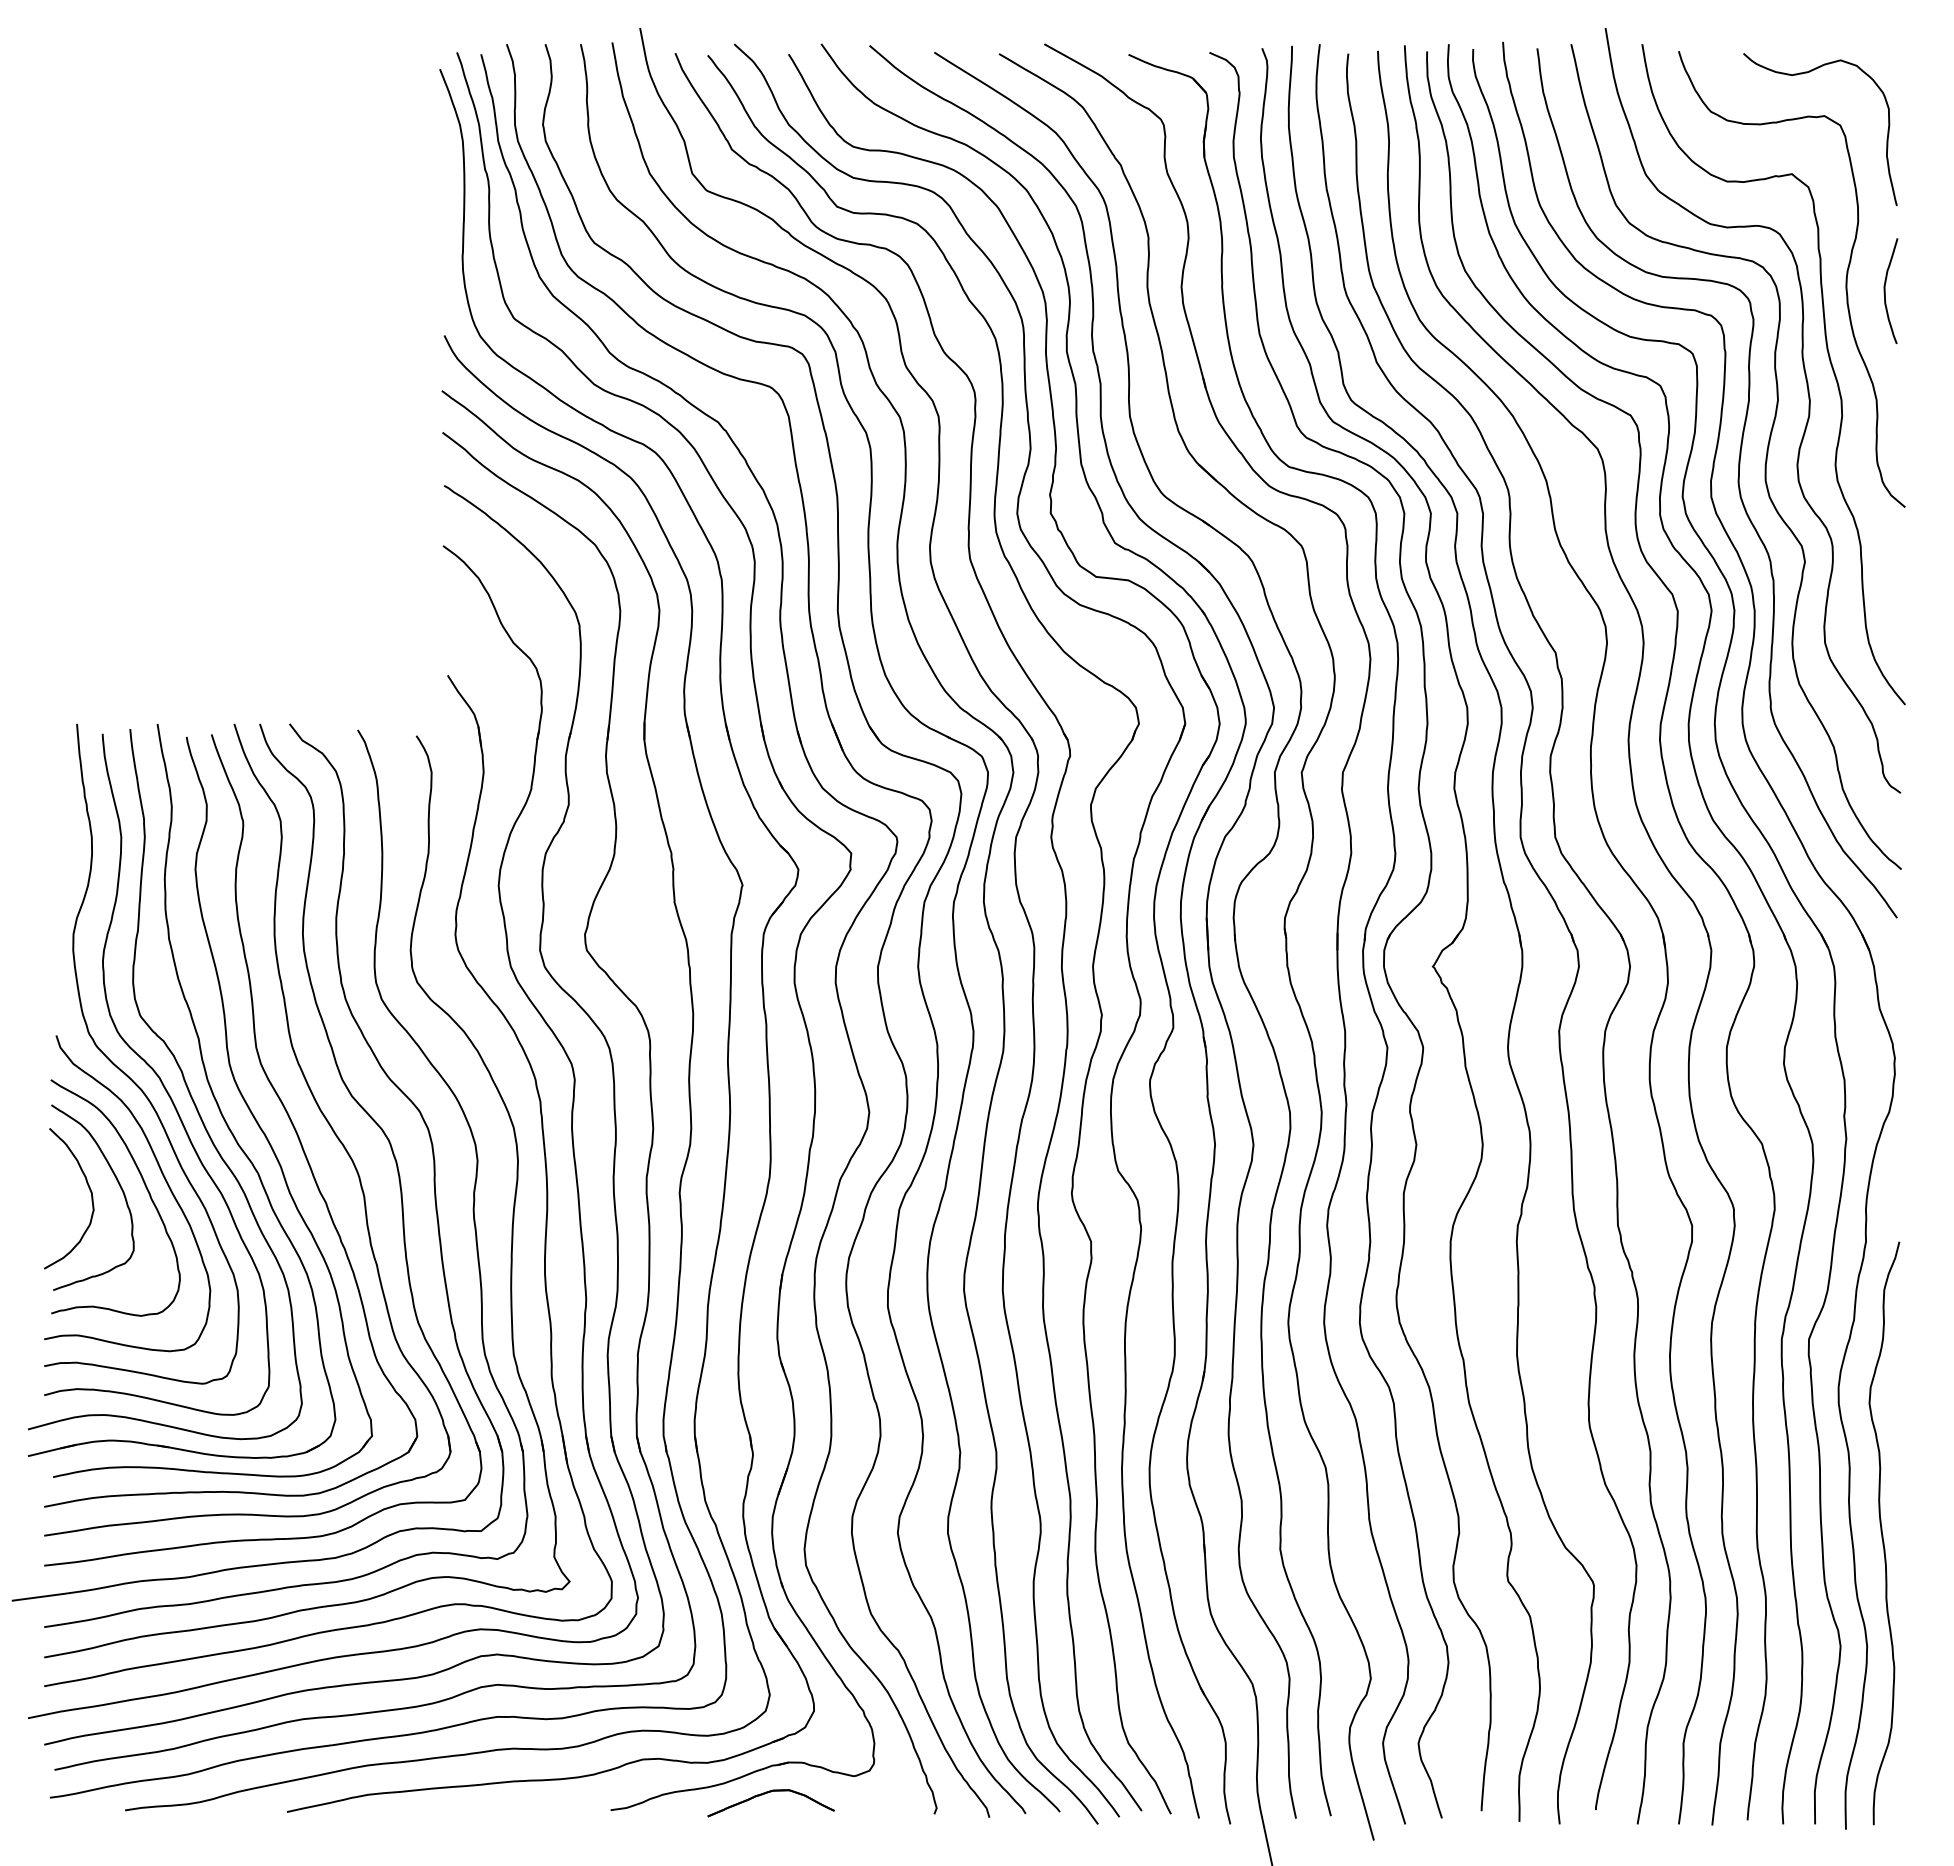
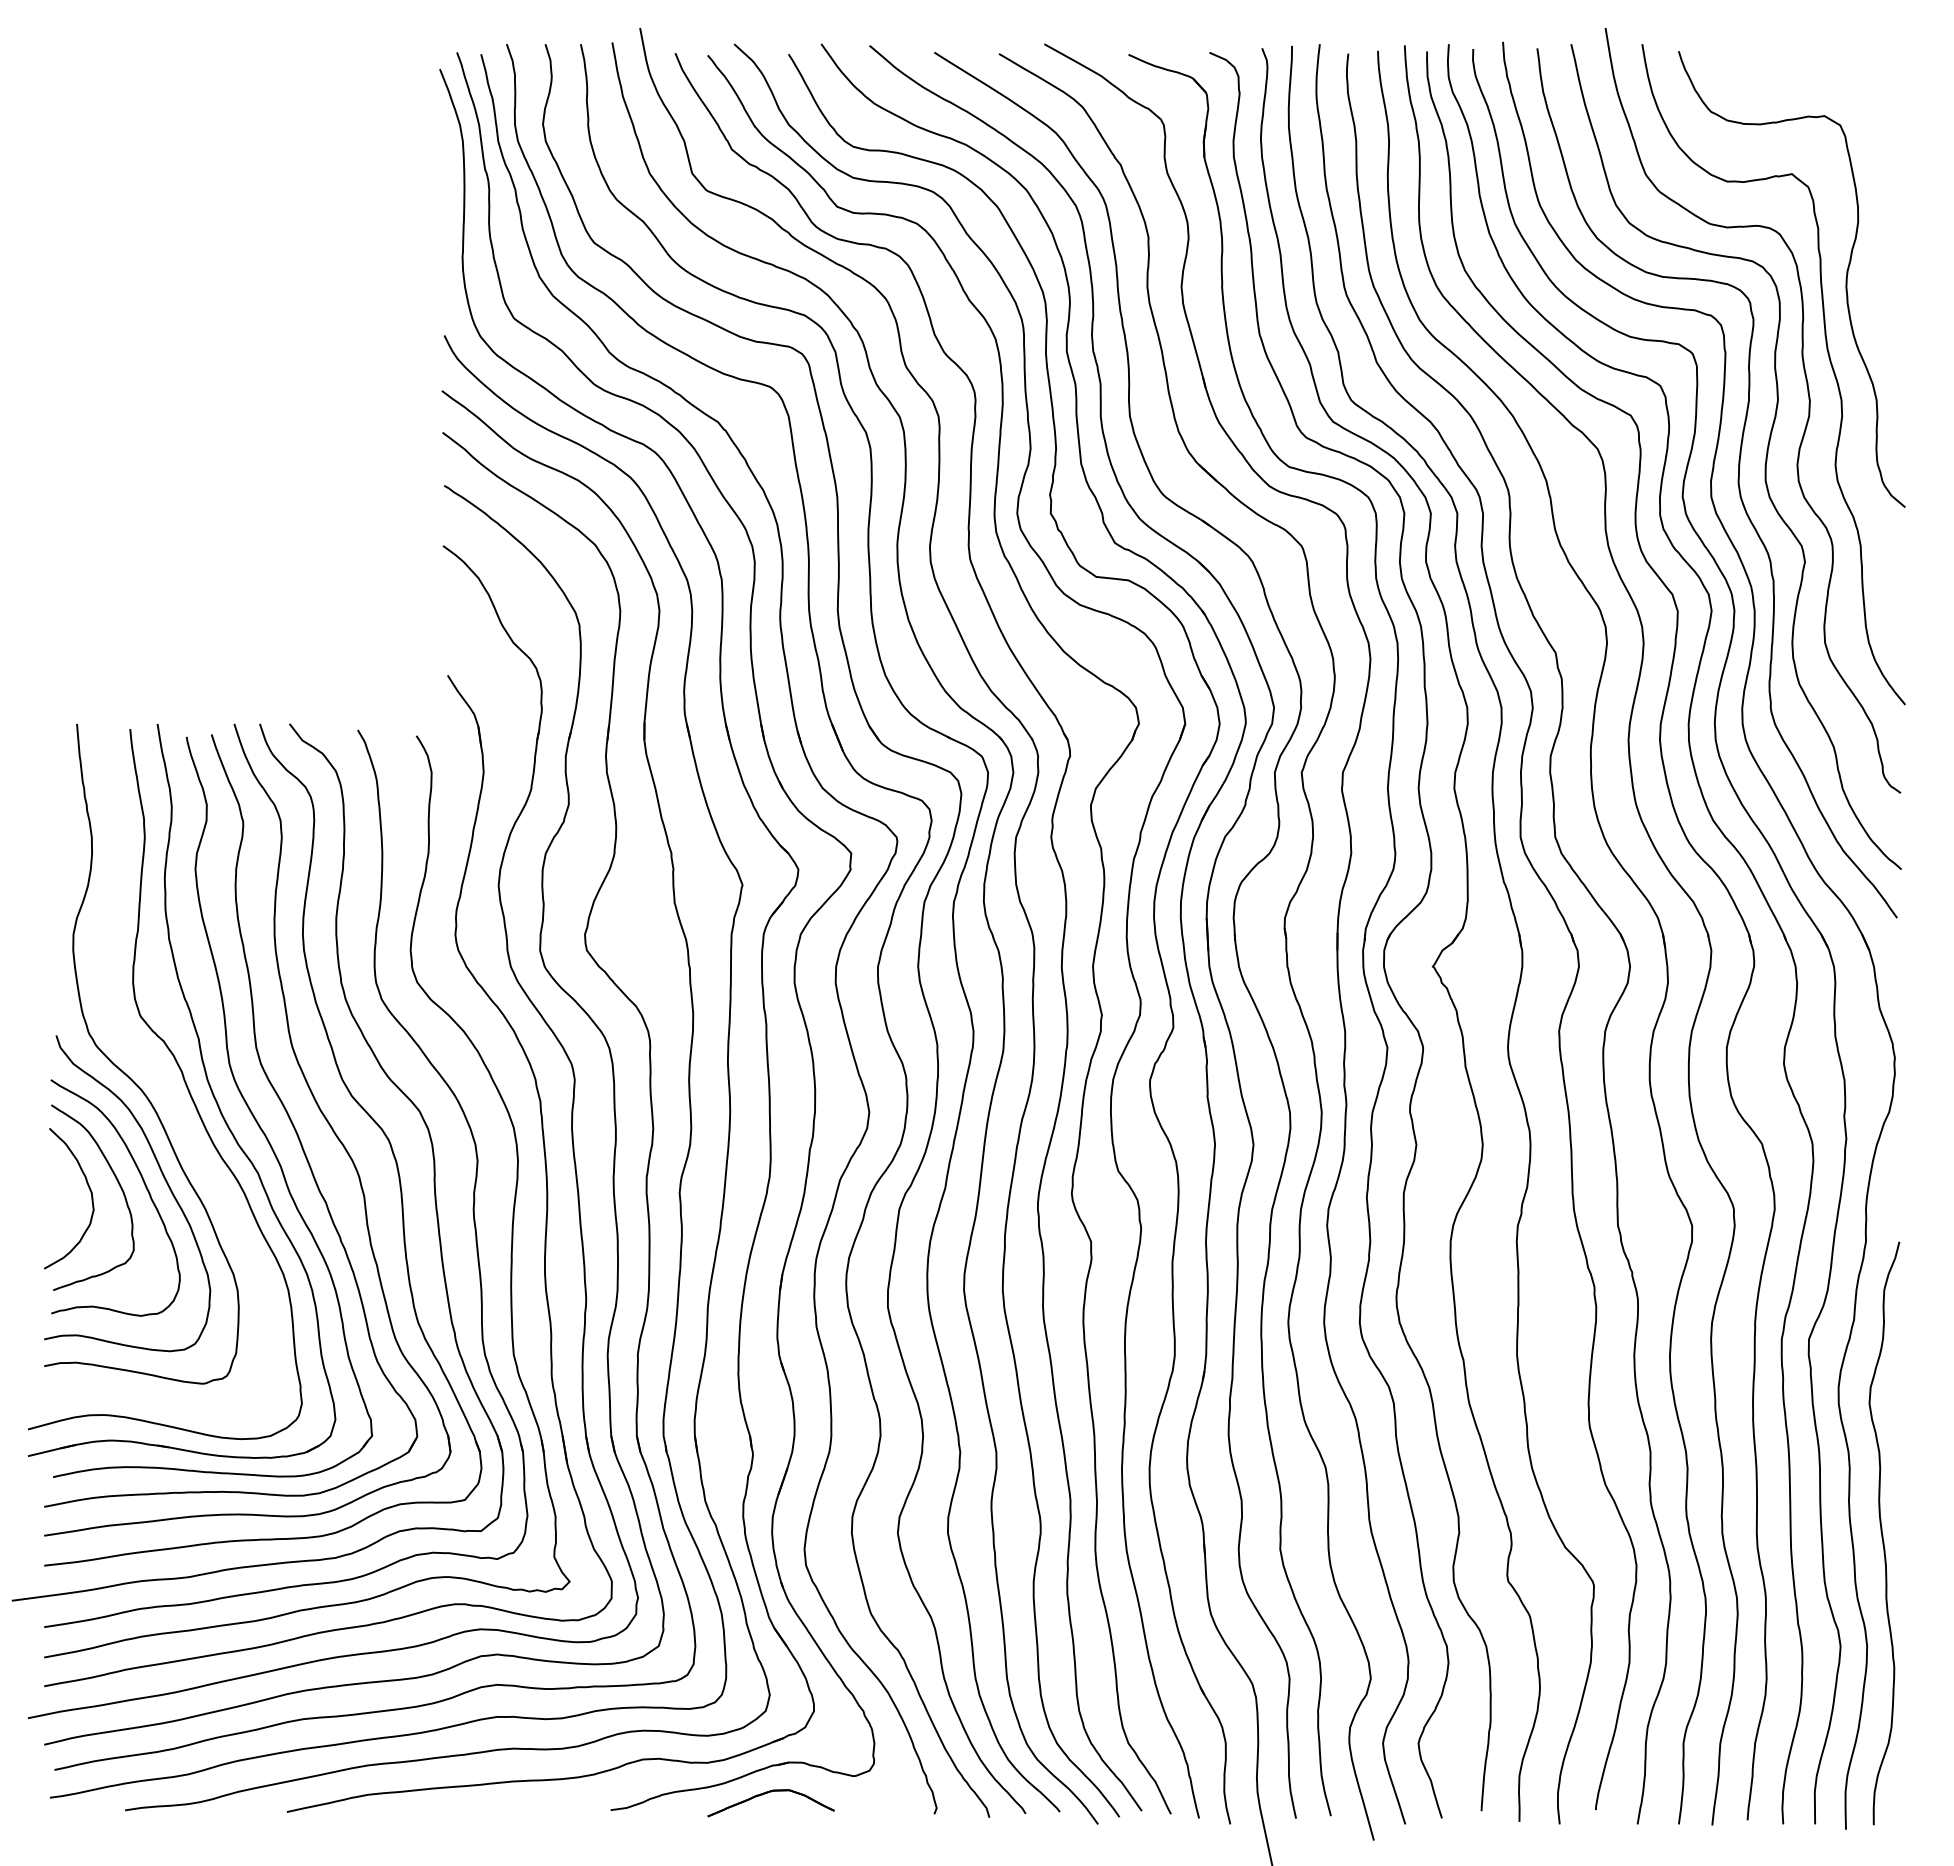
curve at (1807, 73): present -> none
curve at (1885, 291): present -> none
curve at (157, 1074): present -> none
